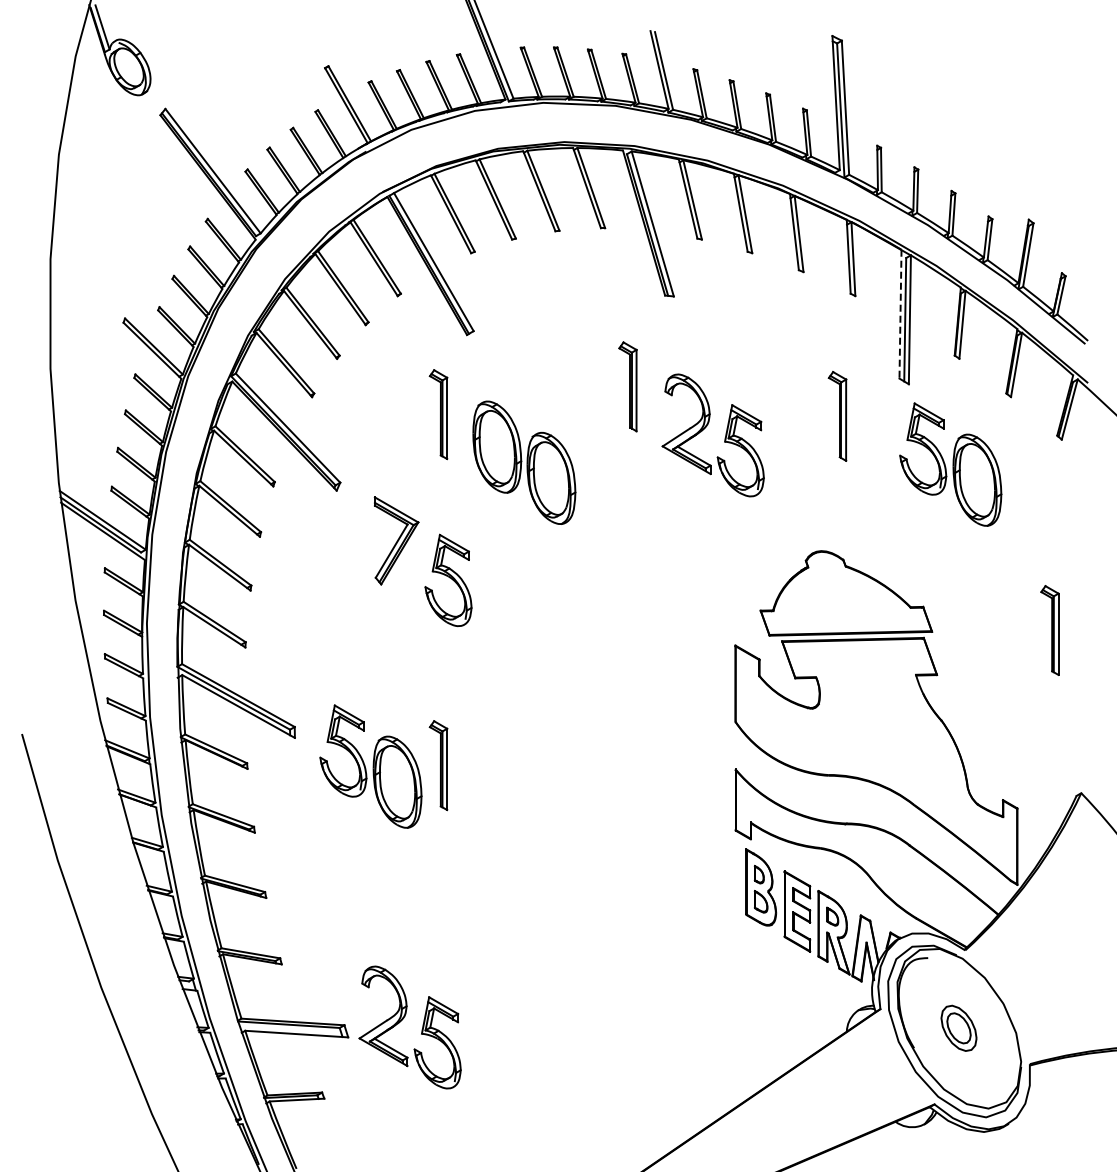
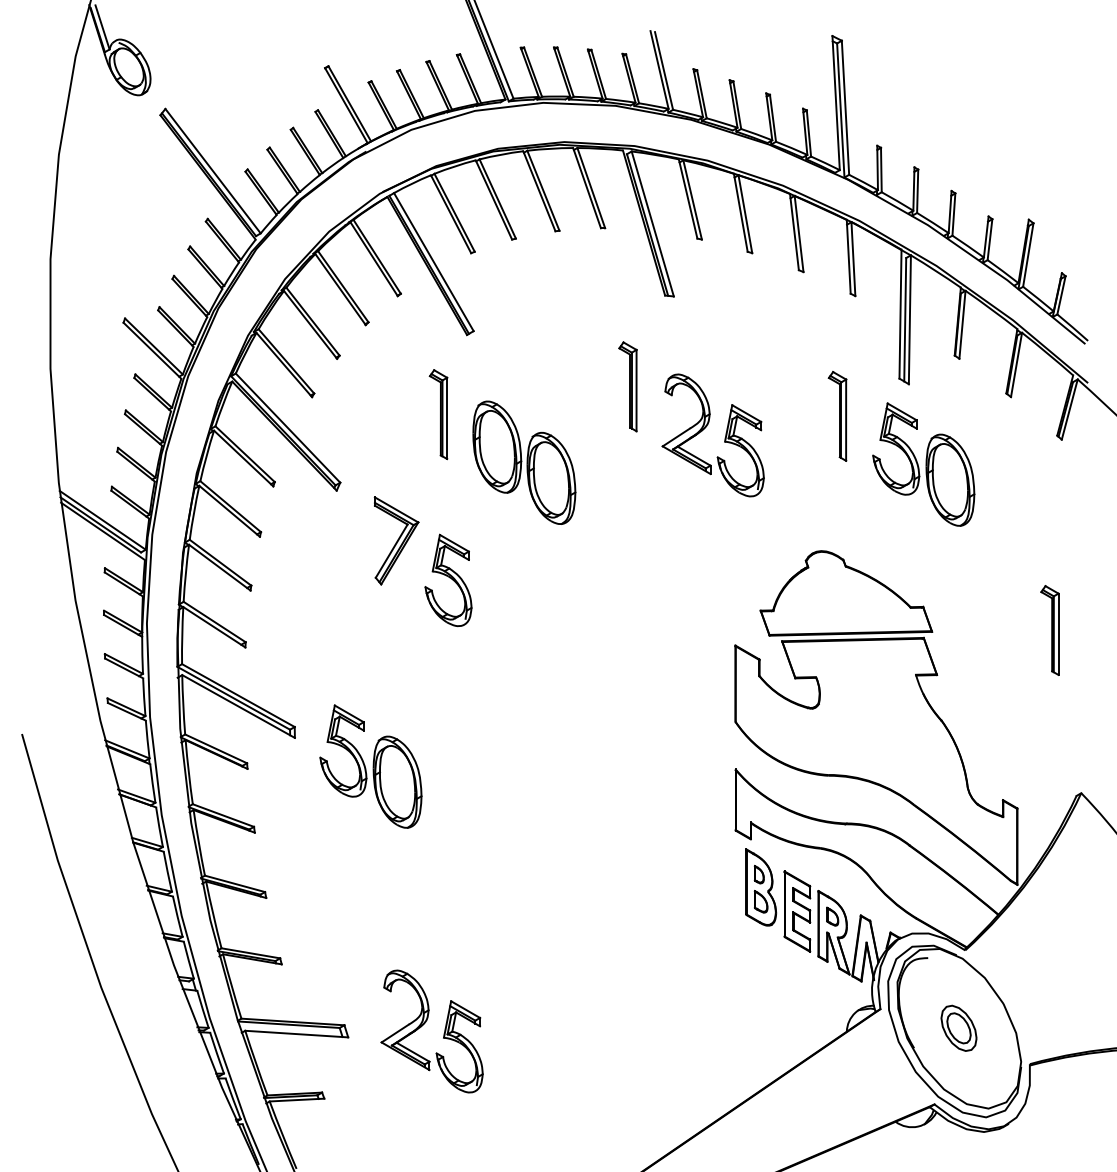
line at (900, 314): dashed -> solid
part at (950, 464) position: (950, 464) -> (923, 464)
part at (438, 765): present -> none
part at (402, 1020) position: (402, 1020) -> (424, 1024)
